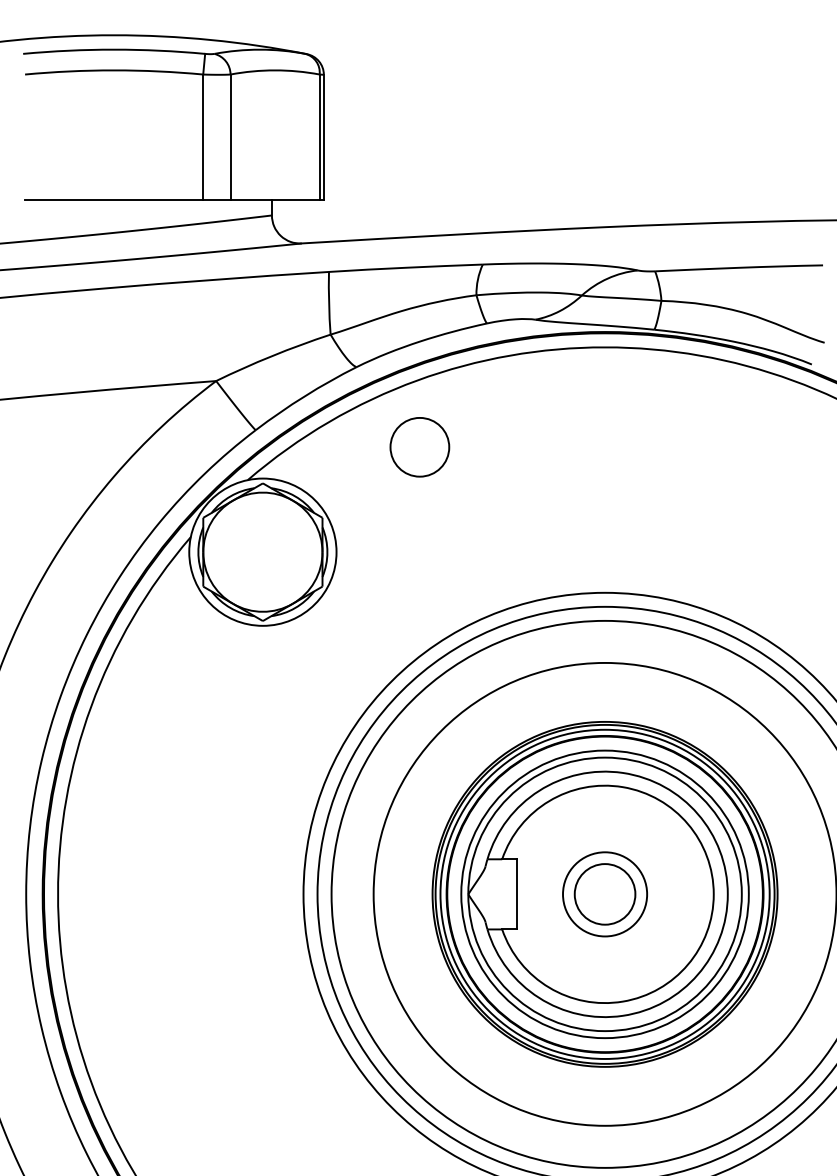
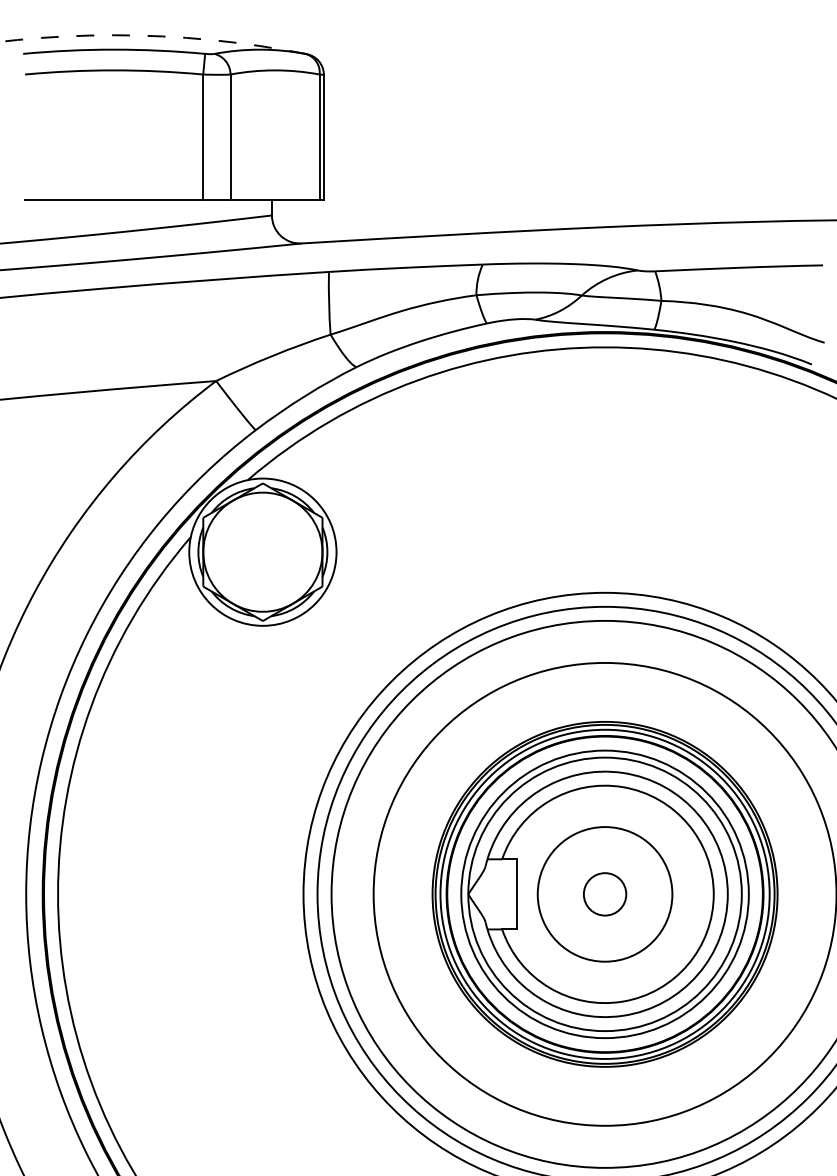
arc at (153, 36): solid -> dashed
circle at (419, 447): present -> none
circle at (604, 894) diameter: 61 px -> 42 px
circle at (605, 894) diameter: 84 px -> 135 px
